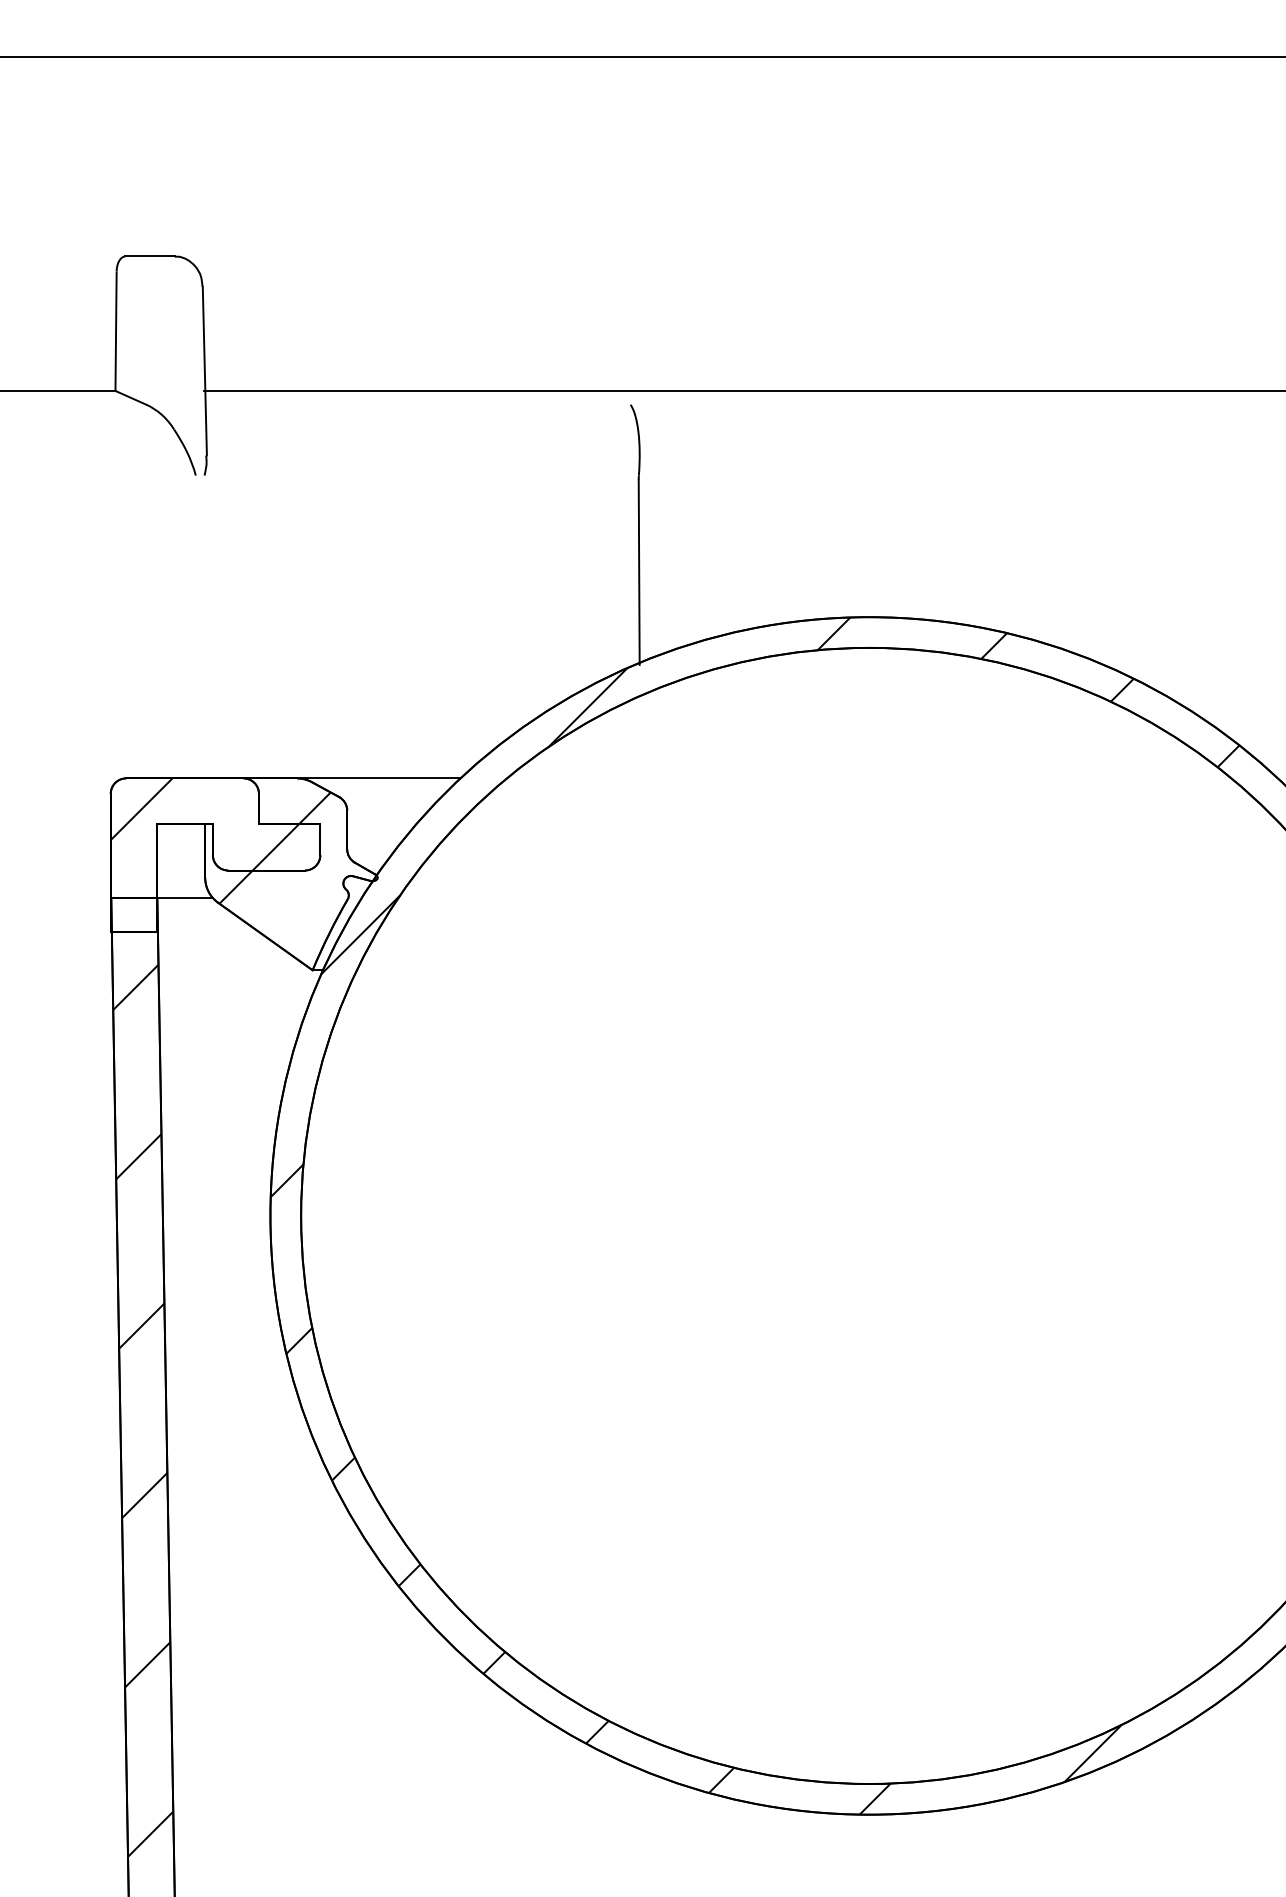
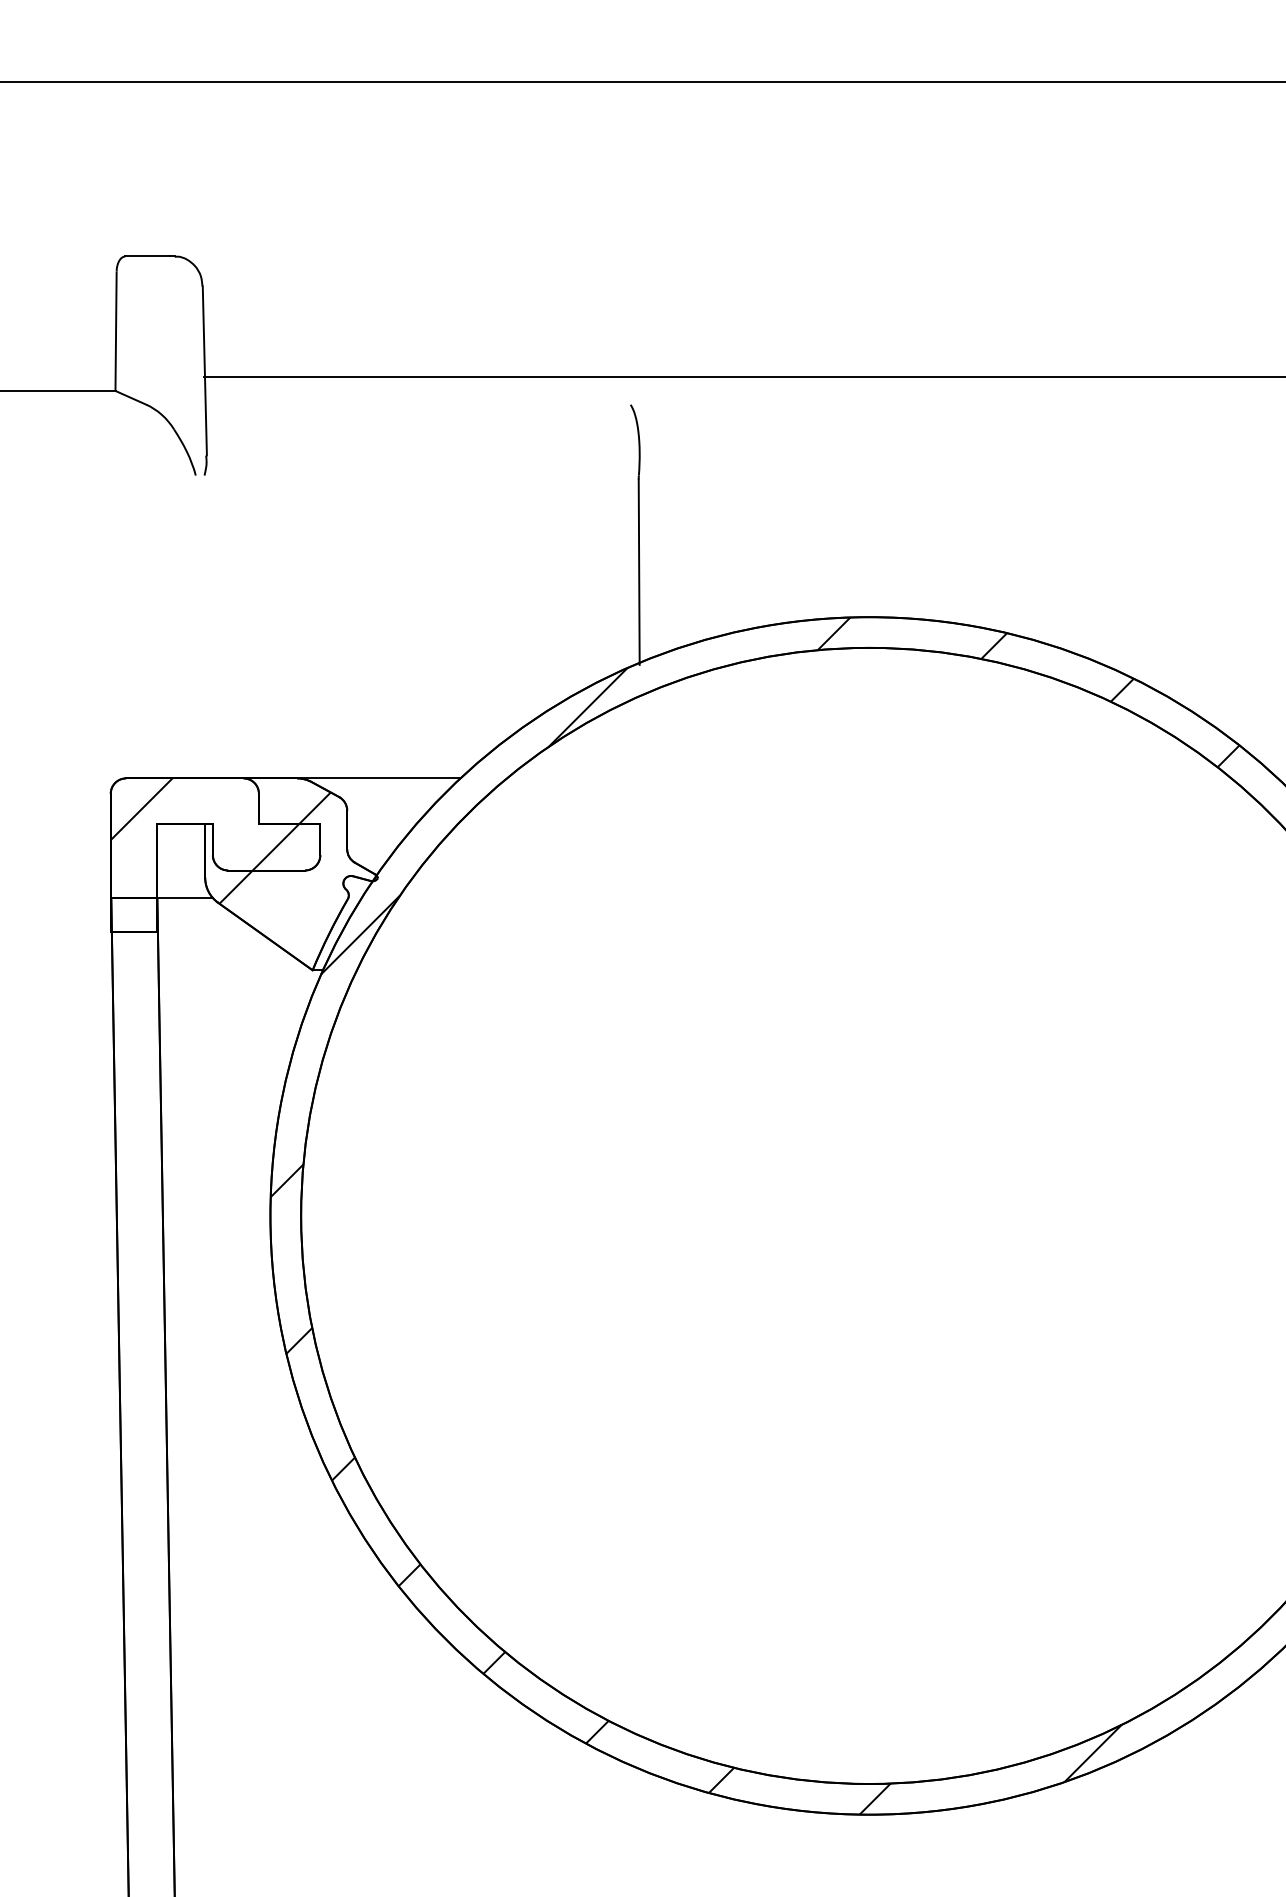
line at (642, 56) position: (642, 56) -> (642, 81)
line at (742, 390) position: (742, 390) -> (742, 376)
hatch at (143, 1410): present -> none
